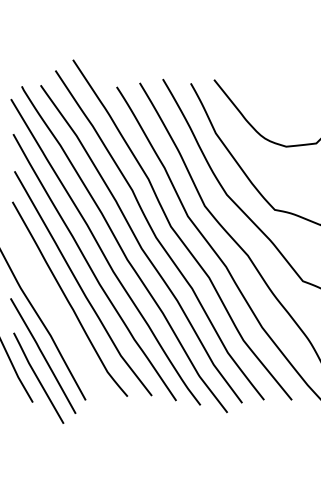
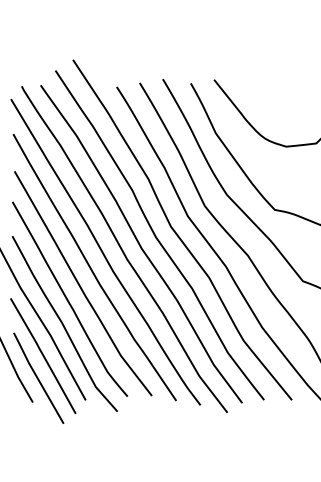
curve at (63, 323): none -> present
